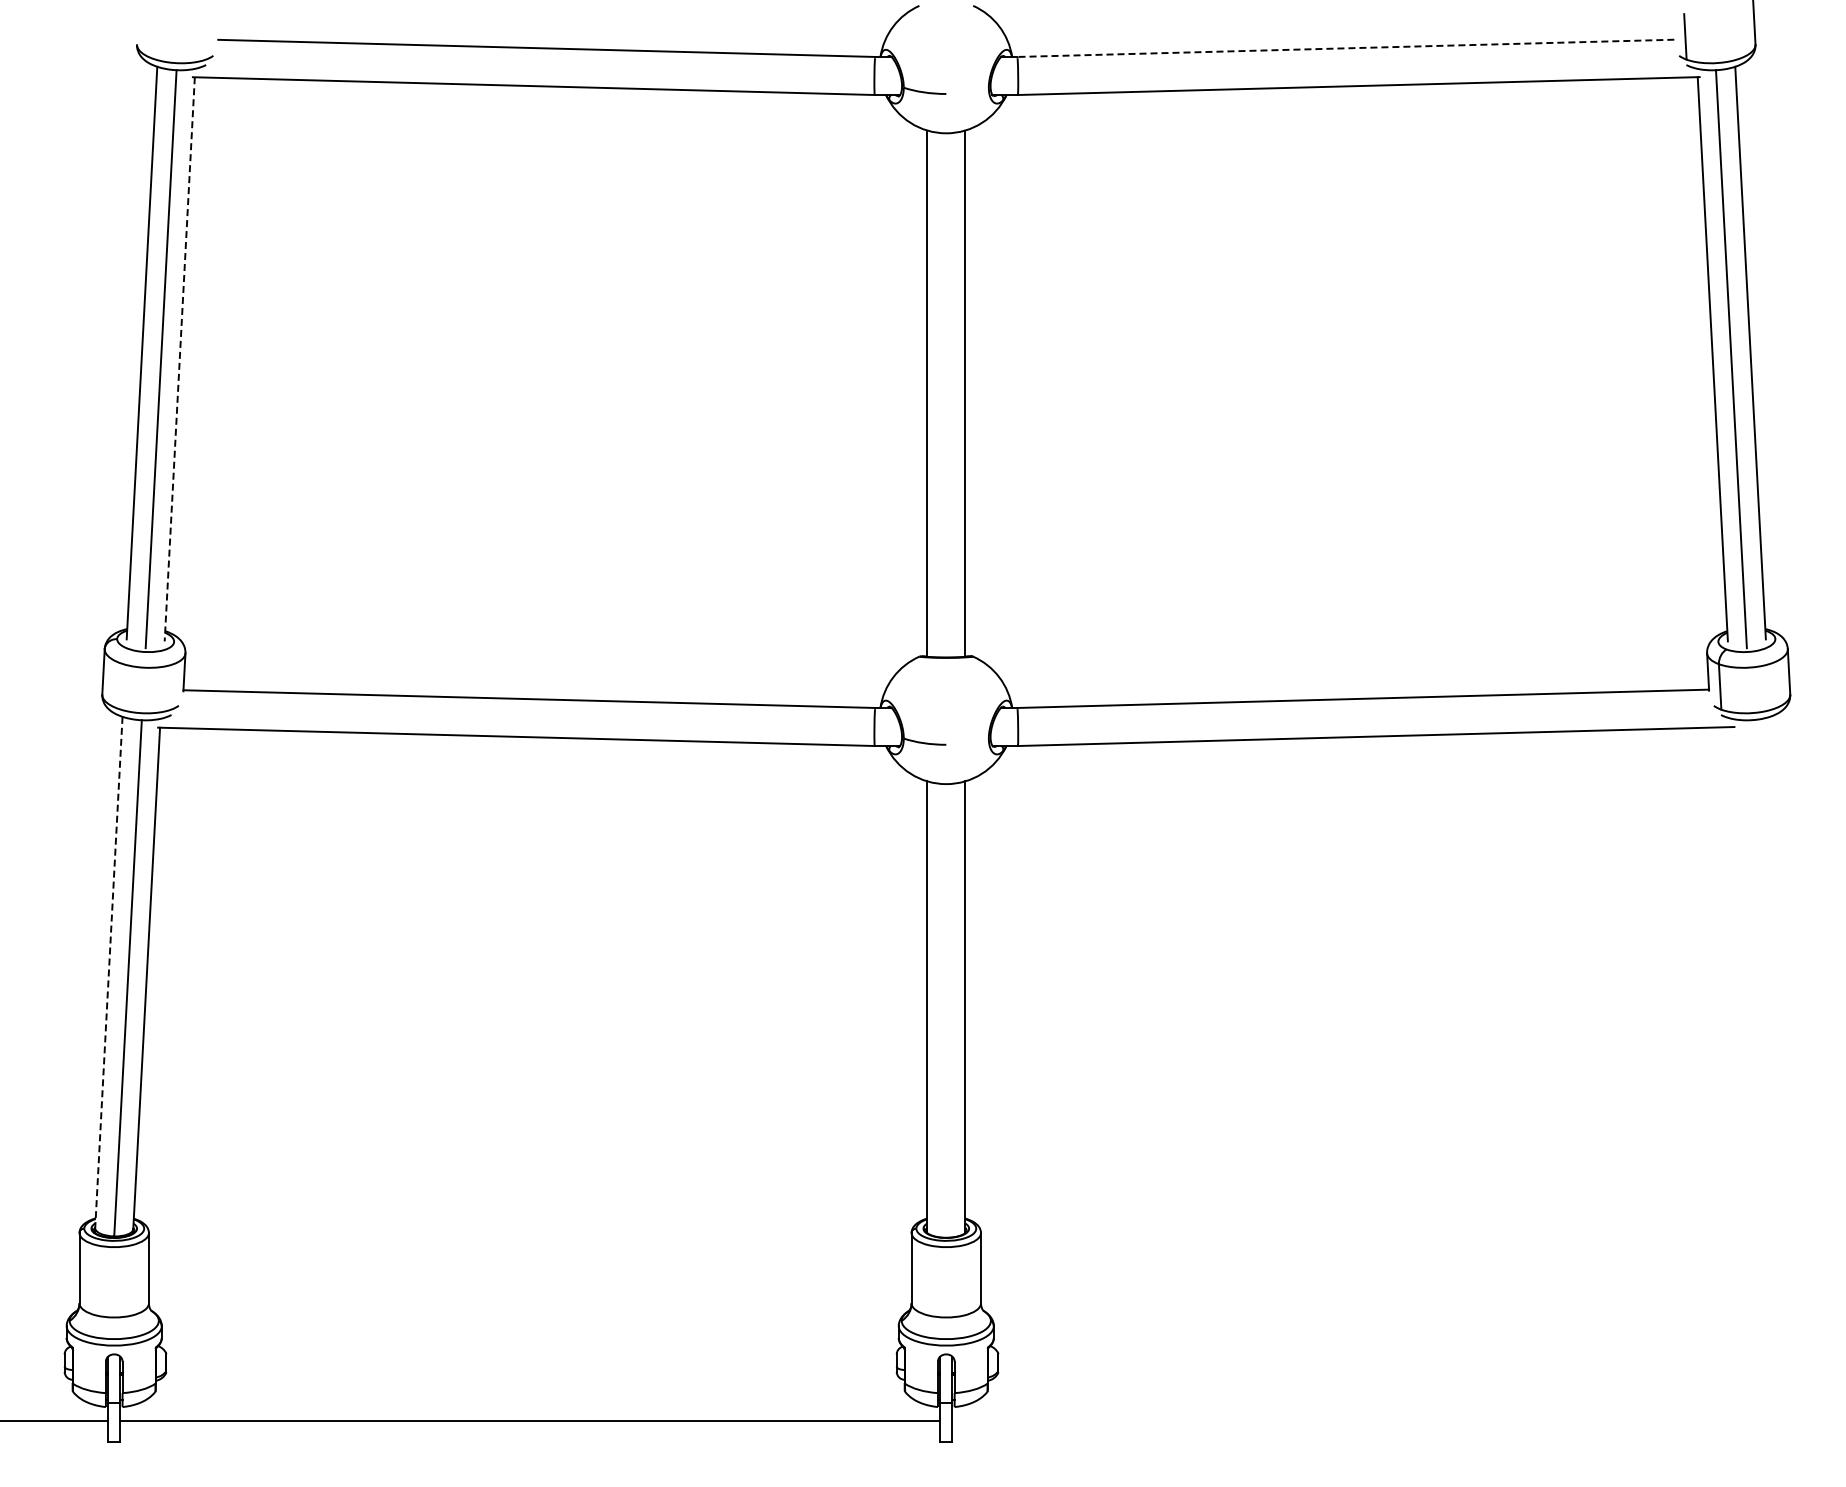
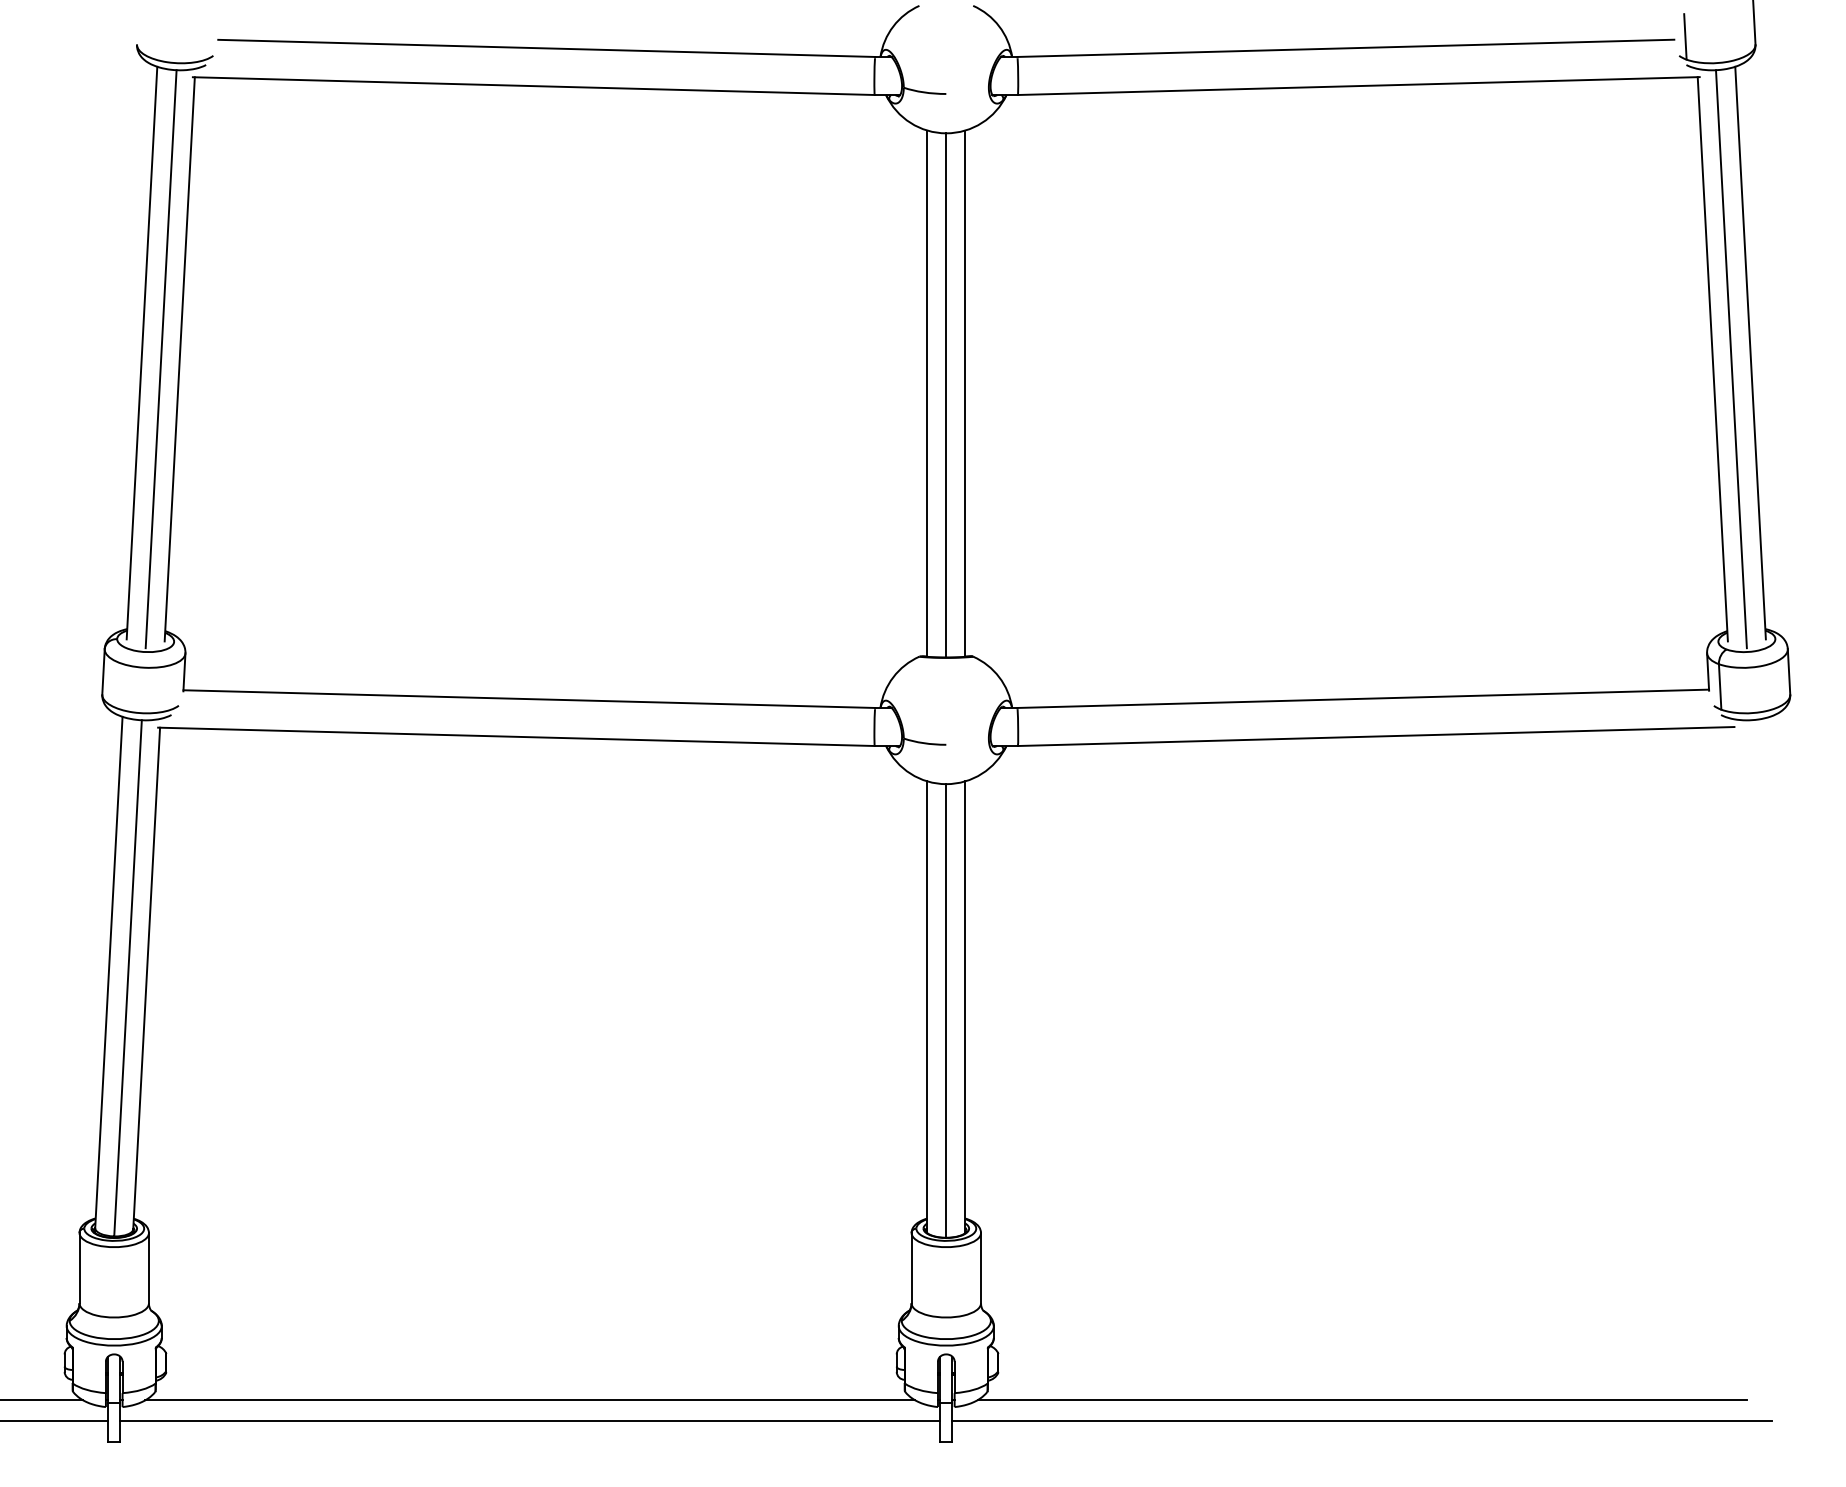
line at (1345, 48): dashed -> solid
line at (179, 359): dashed -> solid
line at (946, 395): none -> present
line at (108, 972): dashed -> solid
line at (946, 1010): none -> present
line at (42, 1400): none -> present
line at (530, 1400): none -> present
line at (1362, 1400): none -> present
line at (1362, 1421): none -> present
